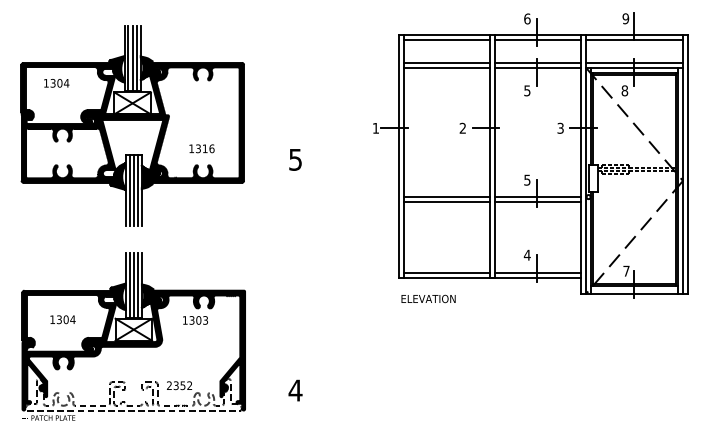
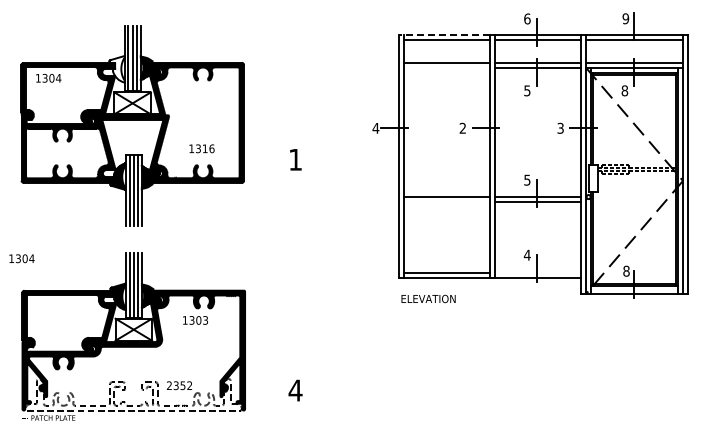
line at (444, 35): solid -> dashed
line at (446, 67): present -> none
fill at (116, 69): present -> none
text at (56, 83) position: (56, 83) -> (48, 78)
text at (375, 128): 1 -> 4
text at (295, 159): 5 -> 1
line at (446, 201): present -> none
text at (626, 270): 7 -> 8
line at (537, 273): present -> none
text at (62, 319) position: (62, 319) -> (21, 258)
